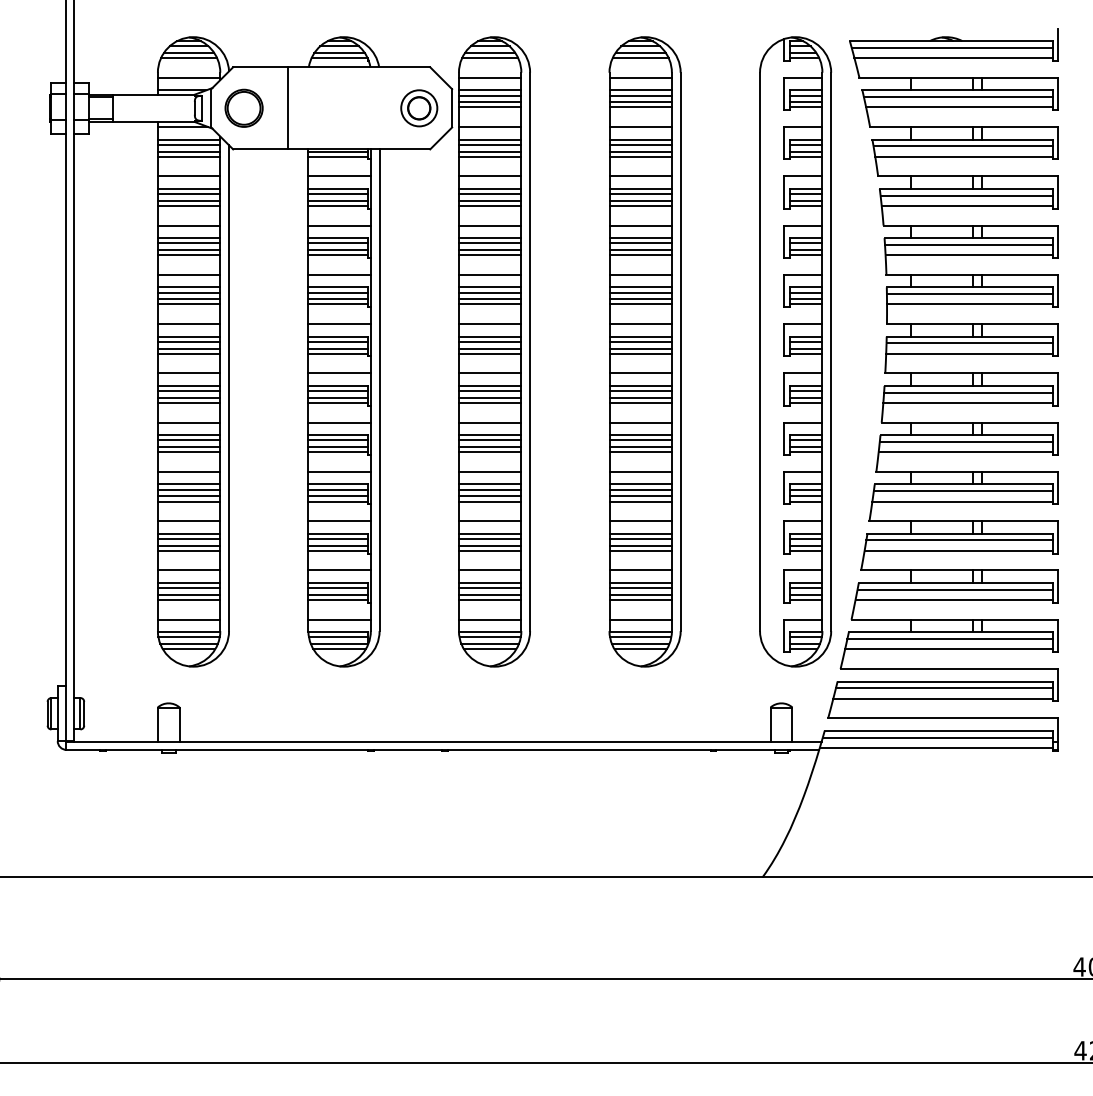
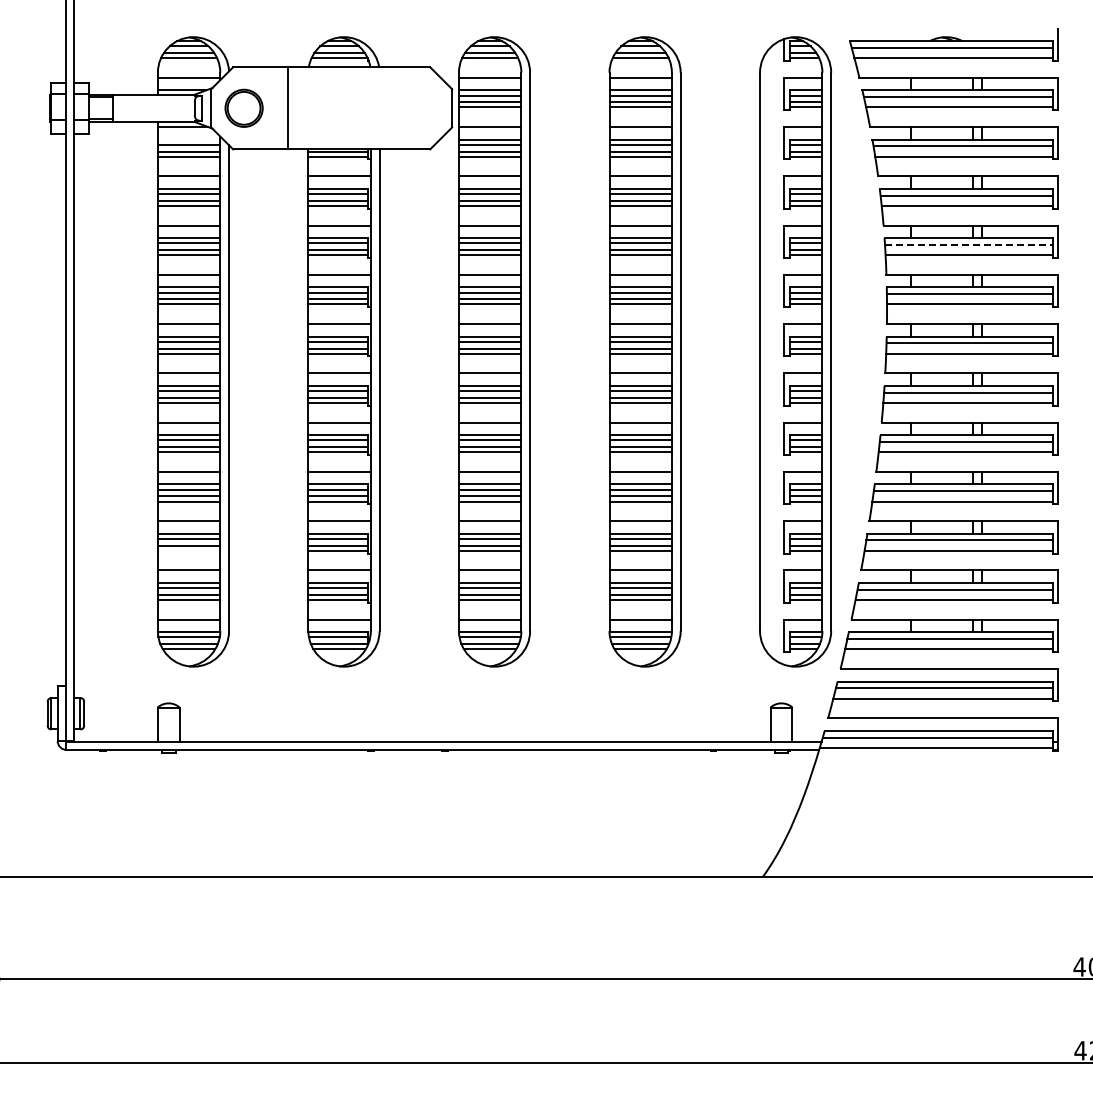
part at (419, 108): present -> none
line at (188, 139): present -> none
line at (968, 244): solid -> dashed
line at (188, 550): present -> none
